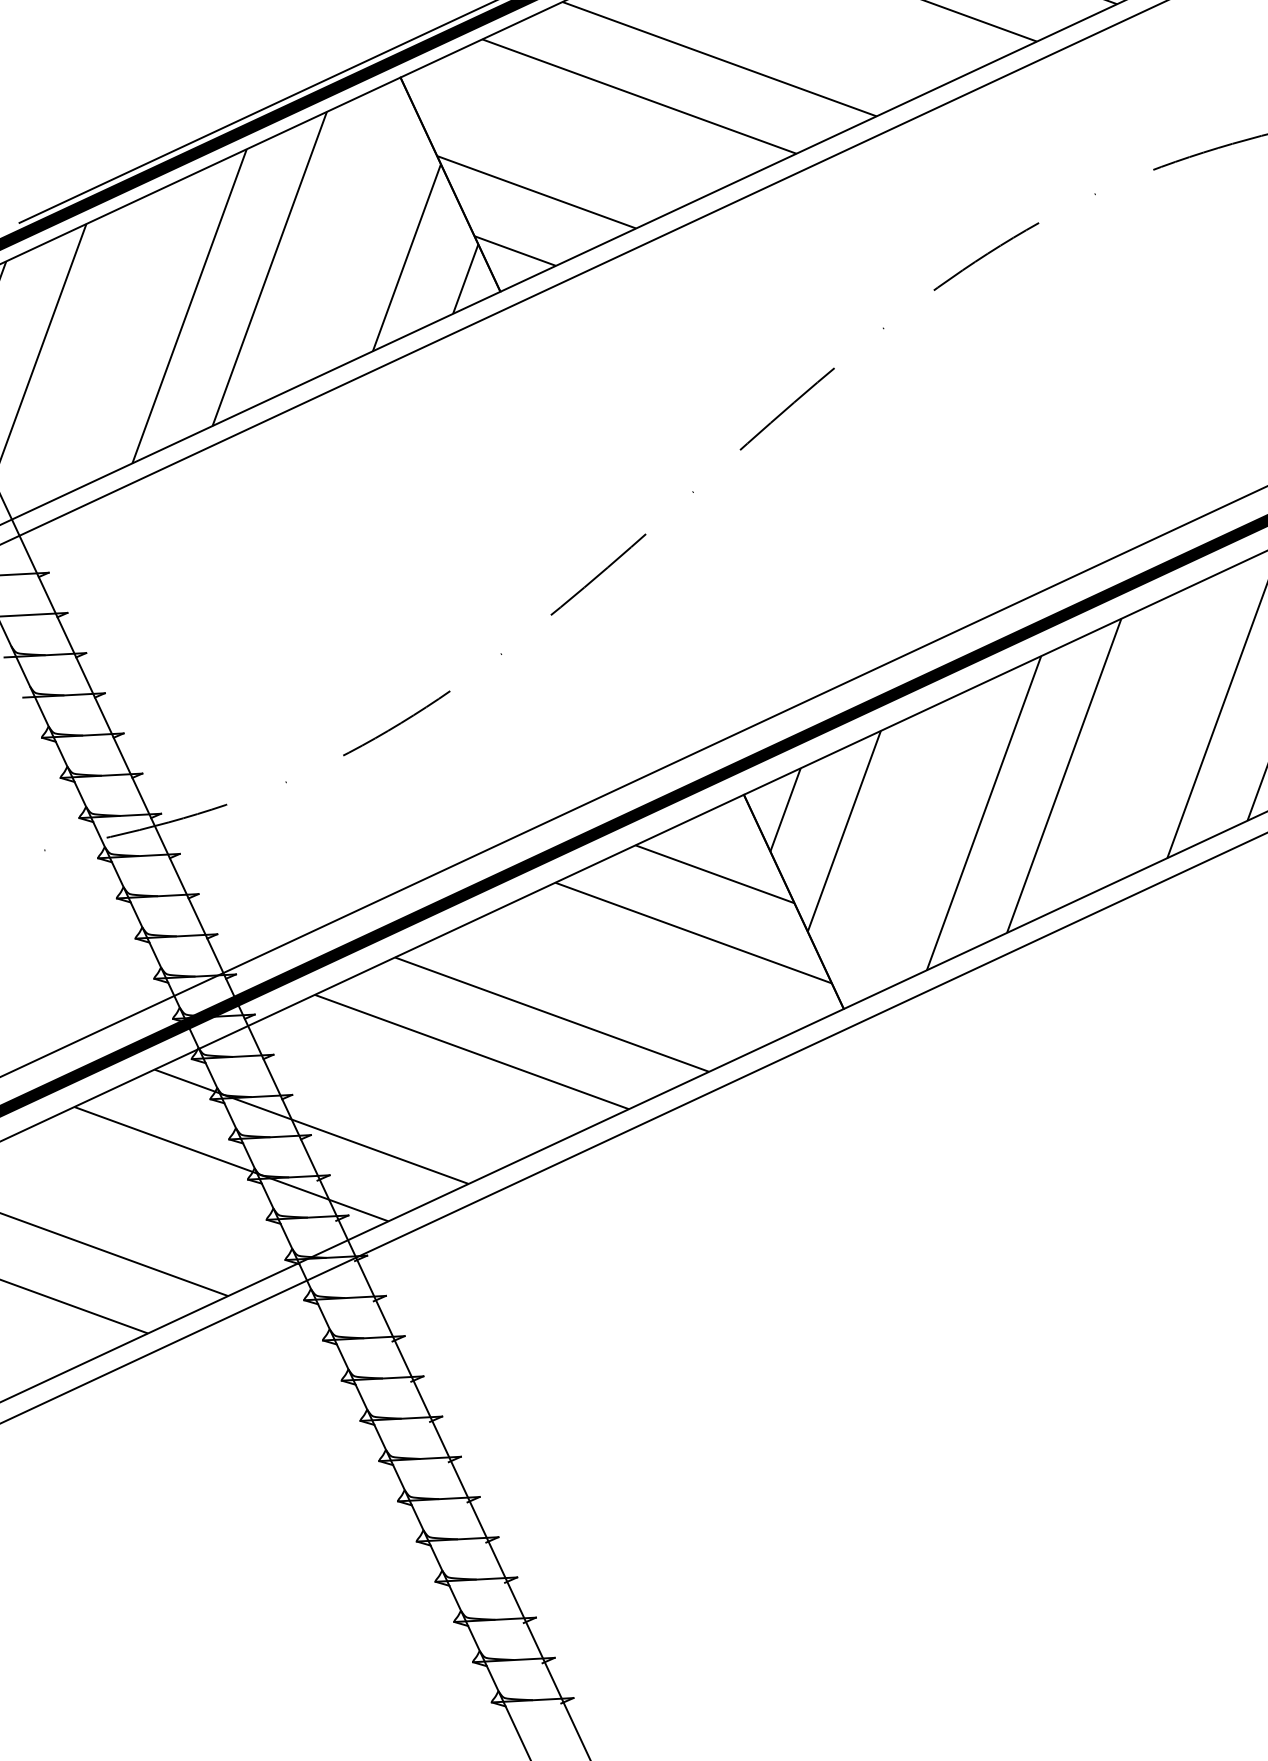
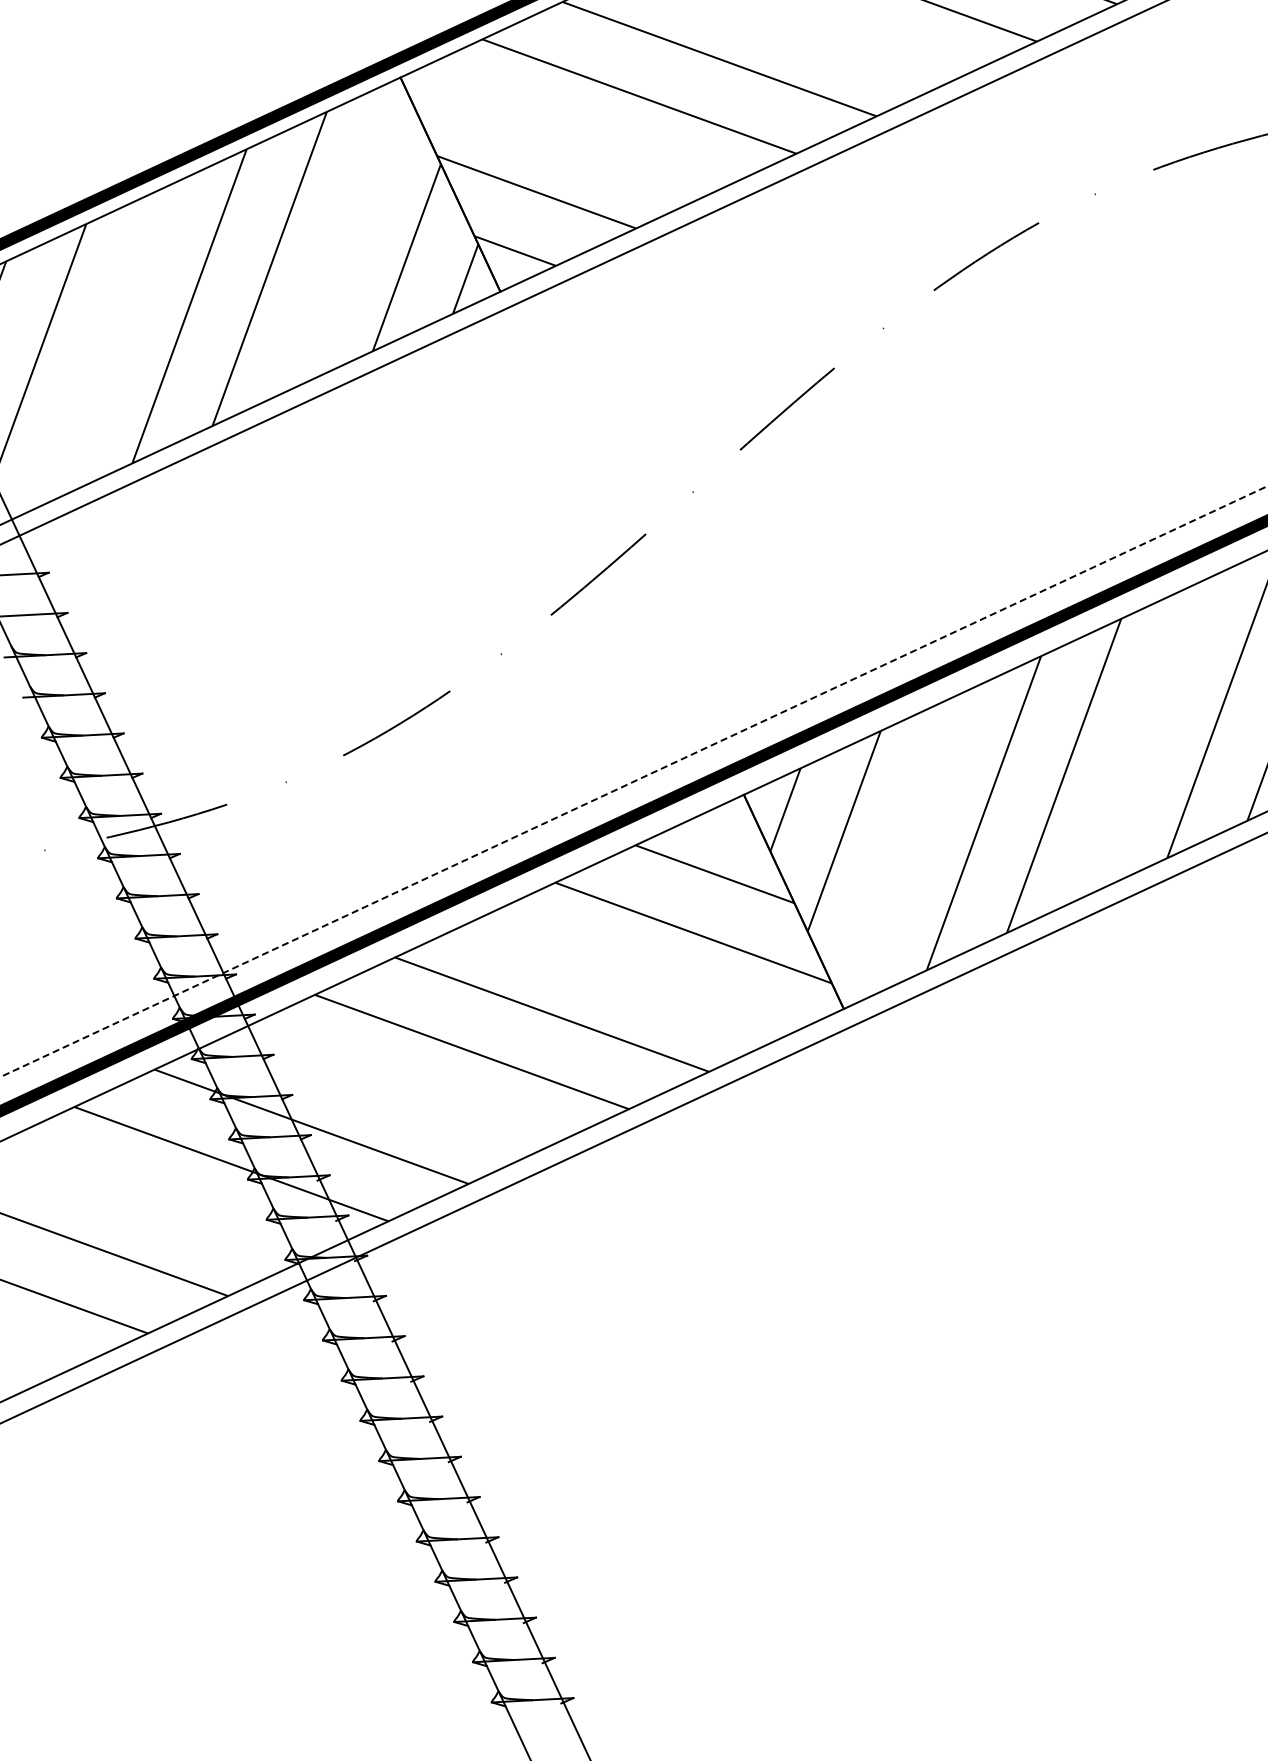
line at (255, 112): present -> none
line at (633, 781): solid -> dashed
